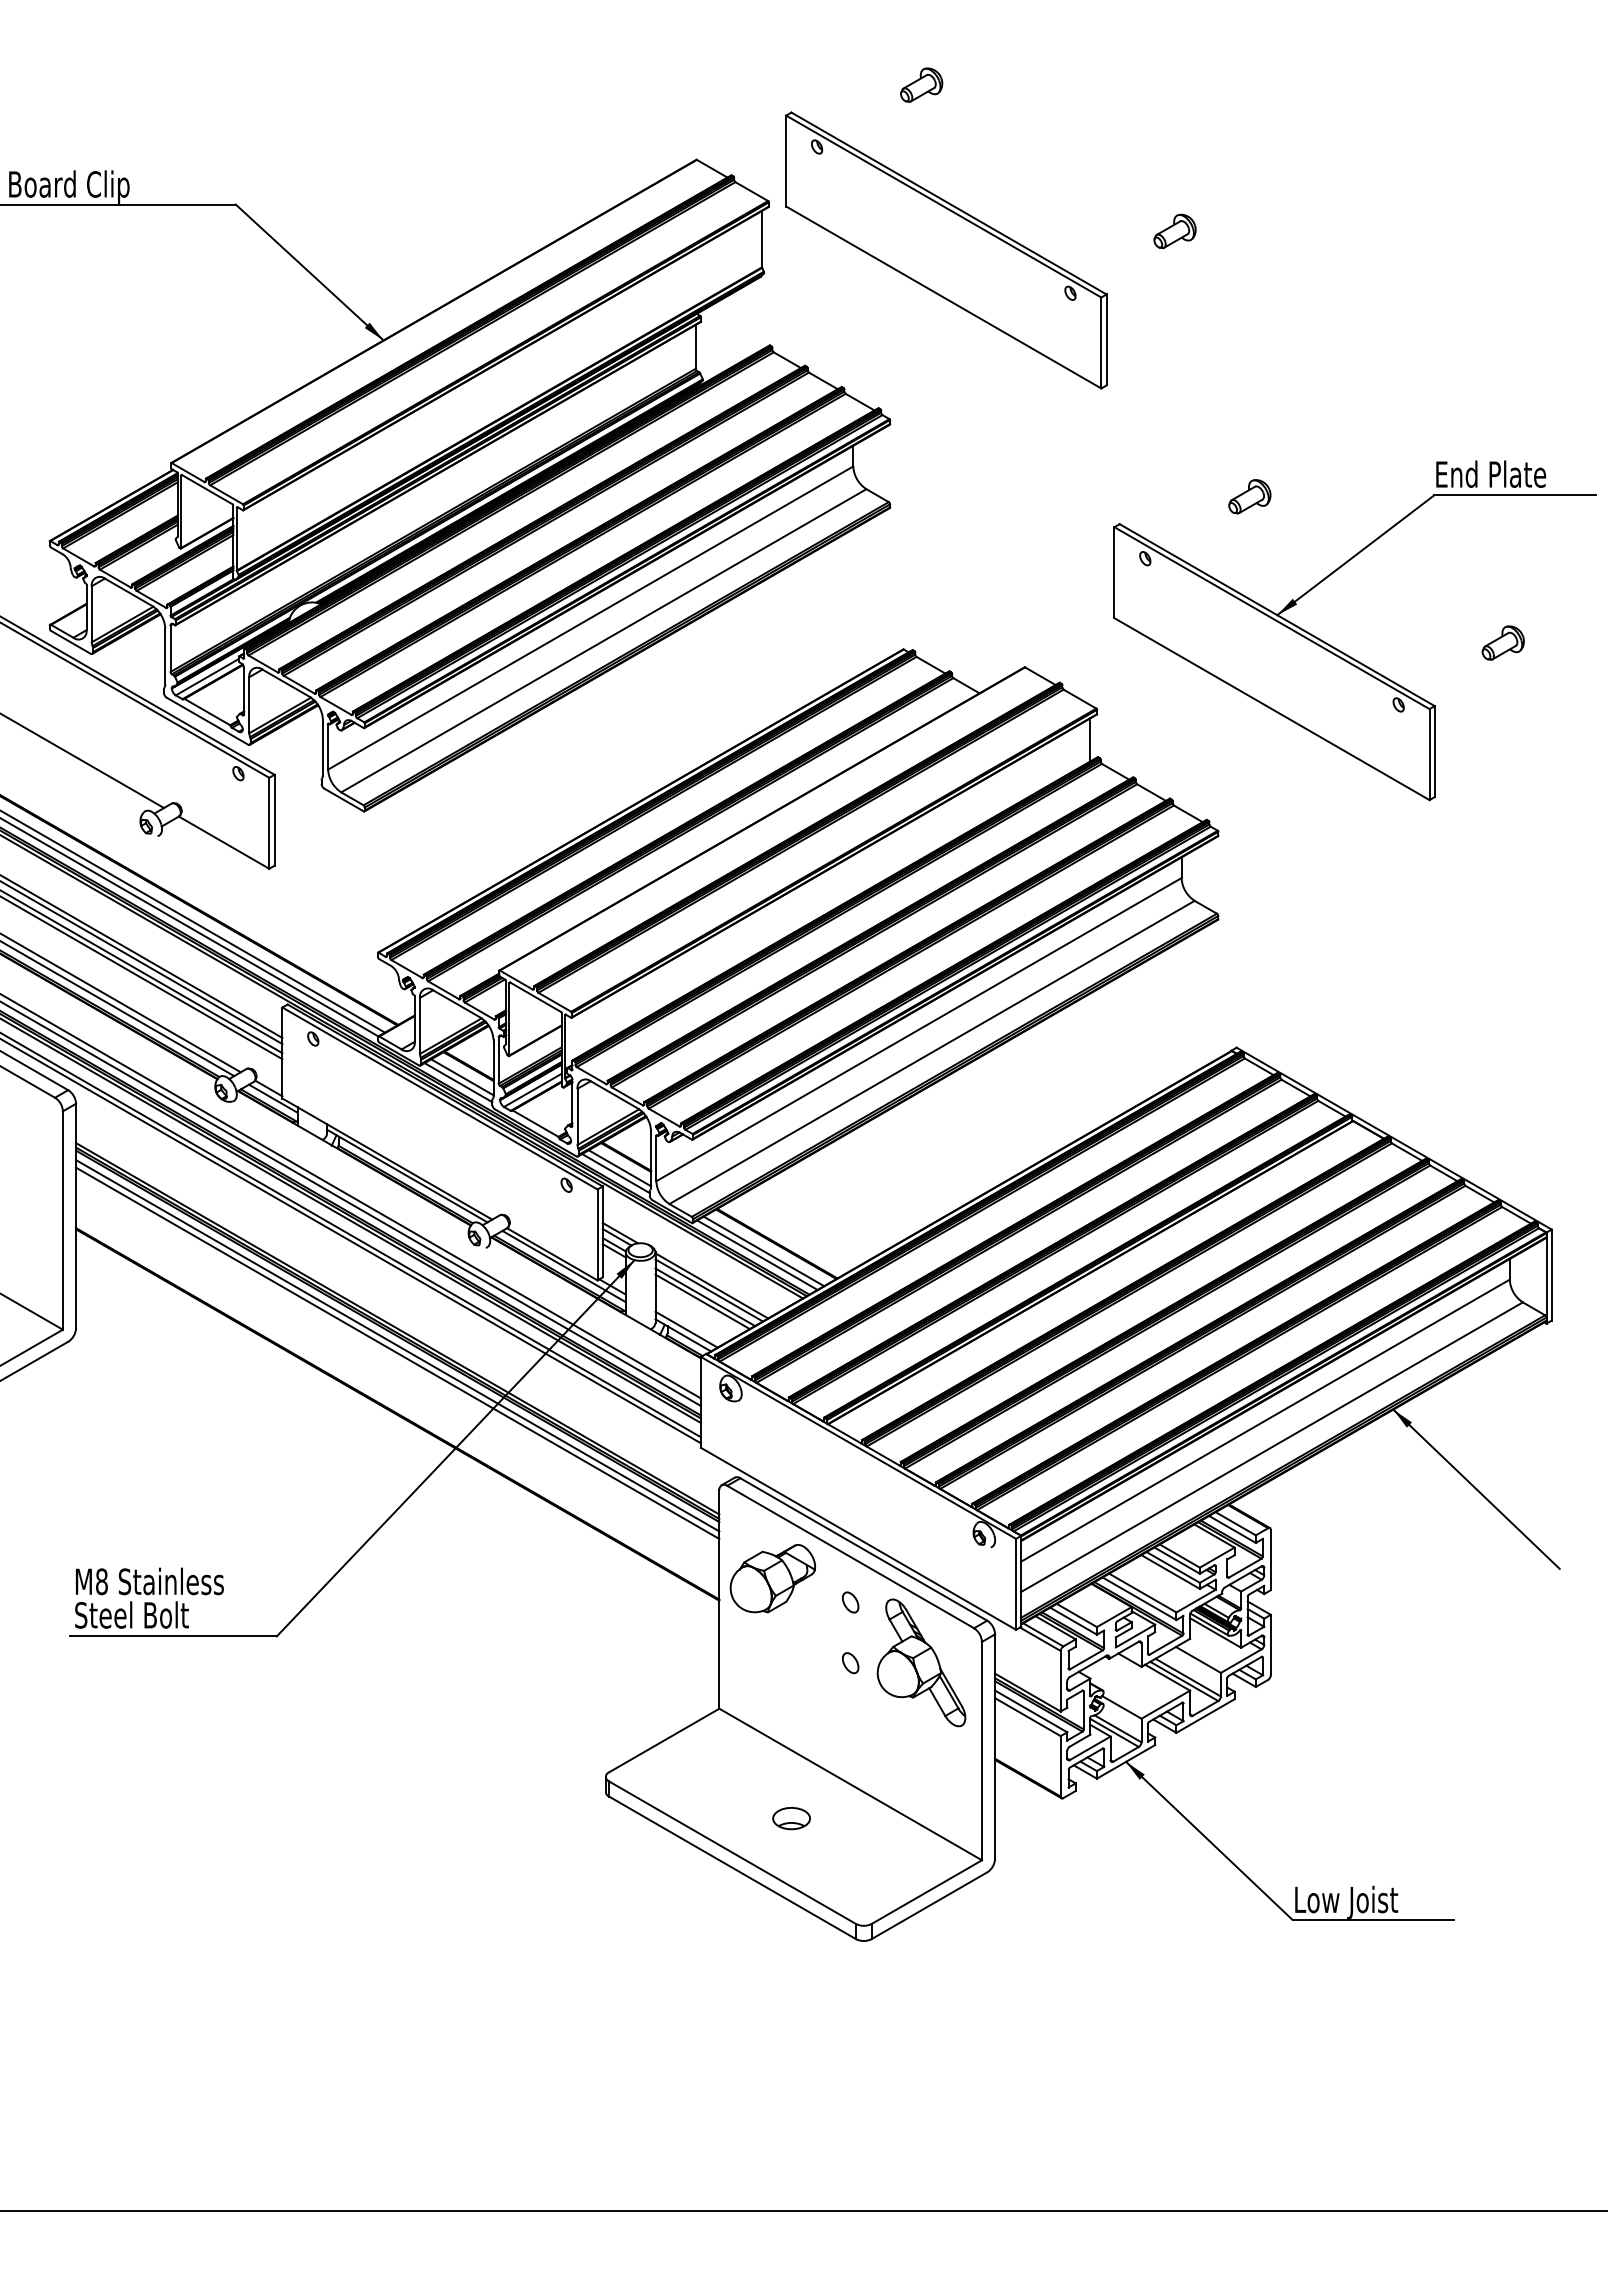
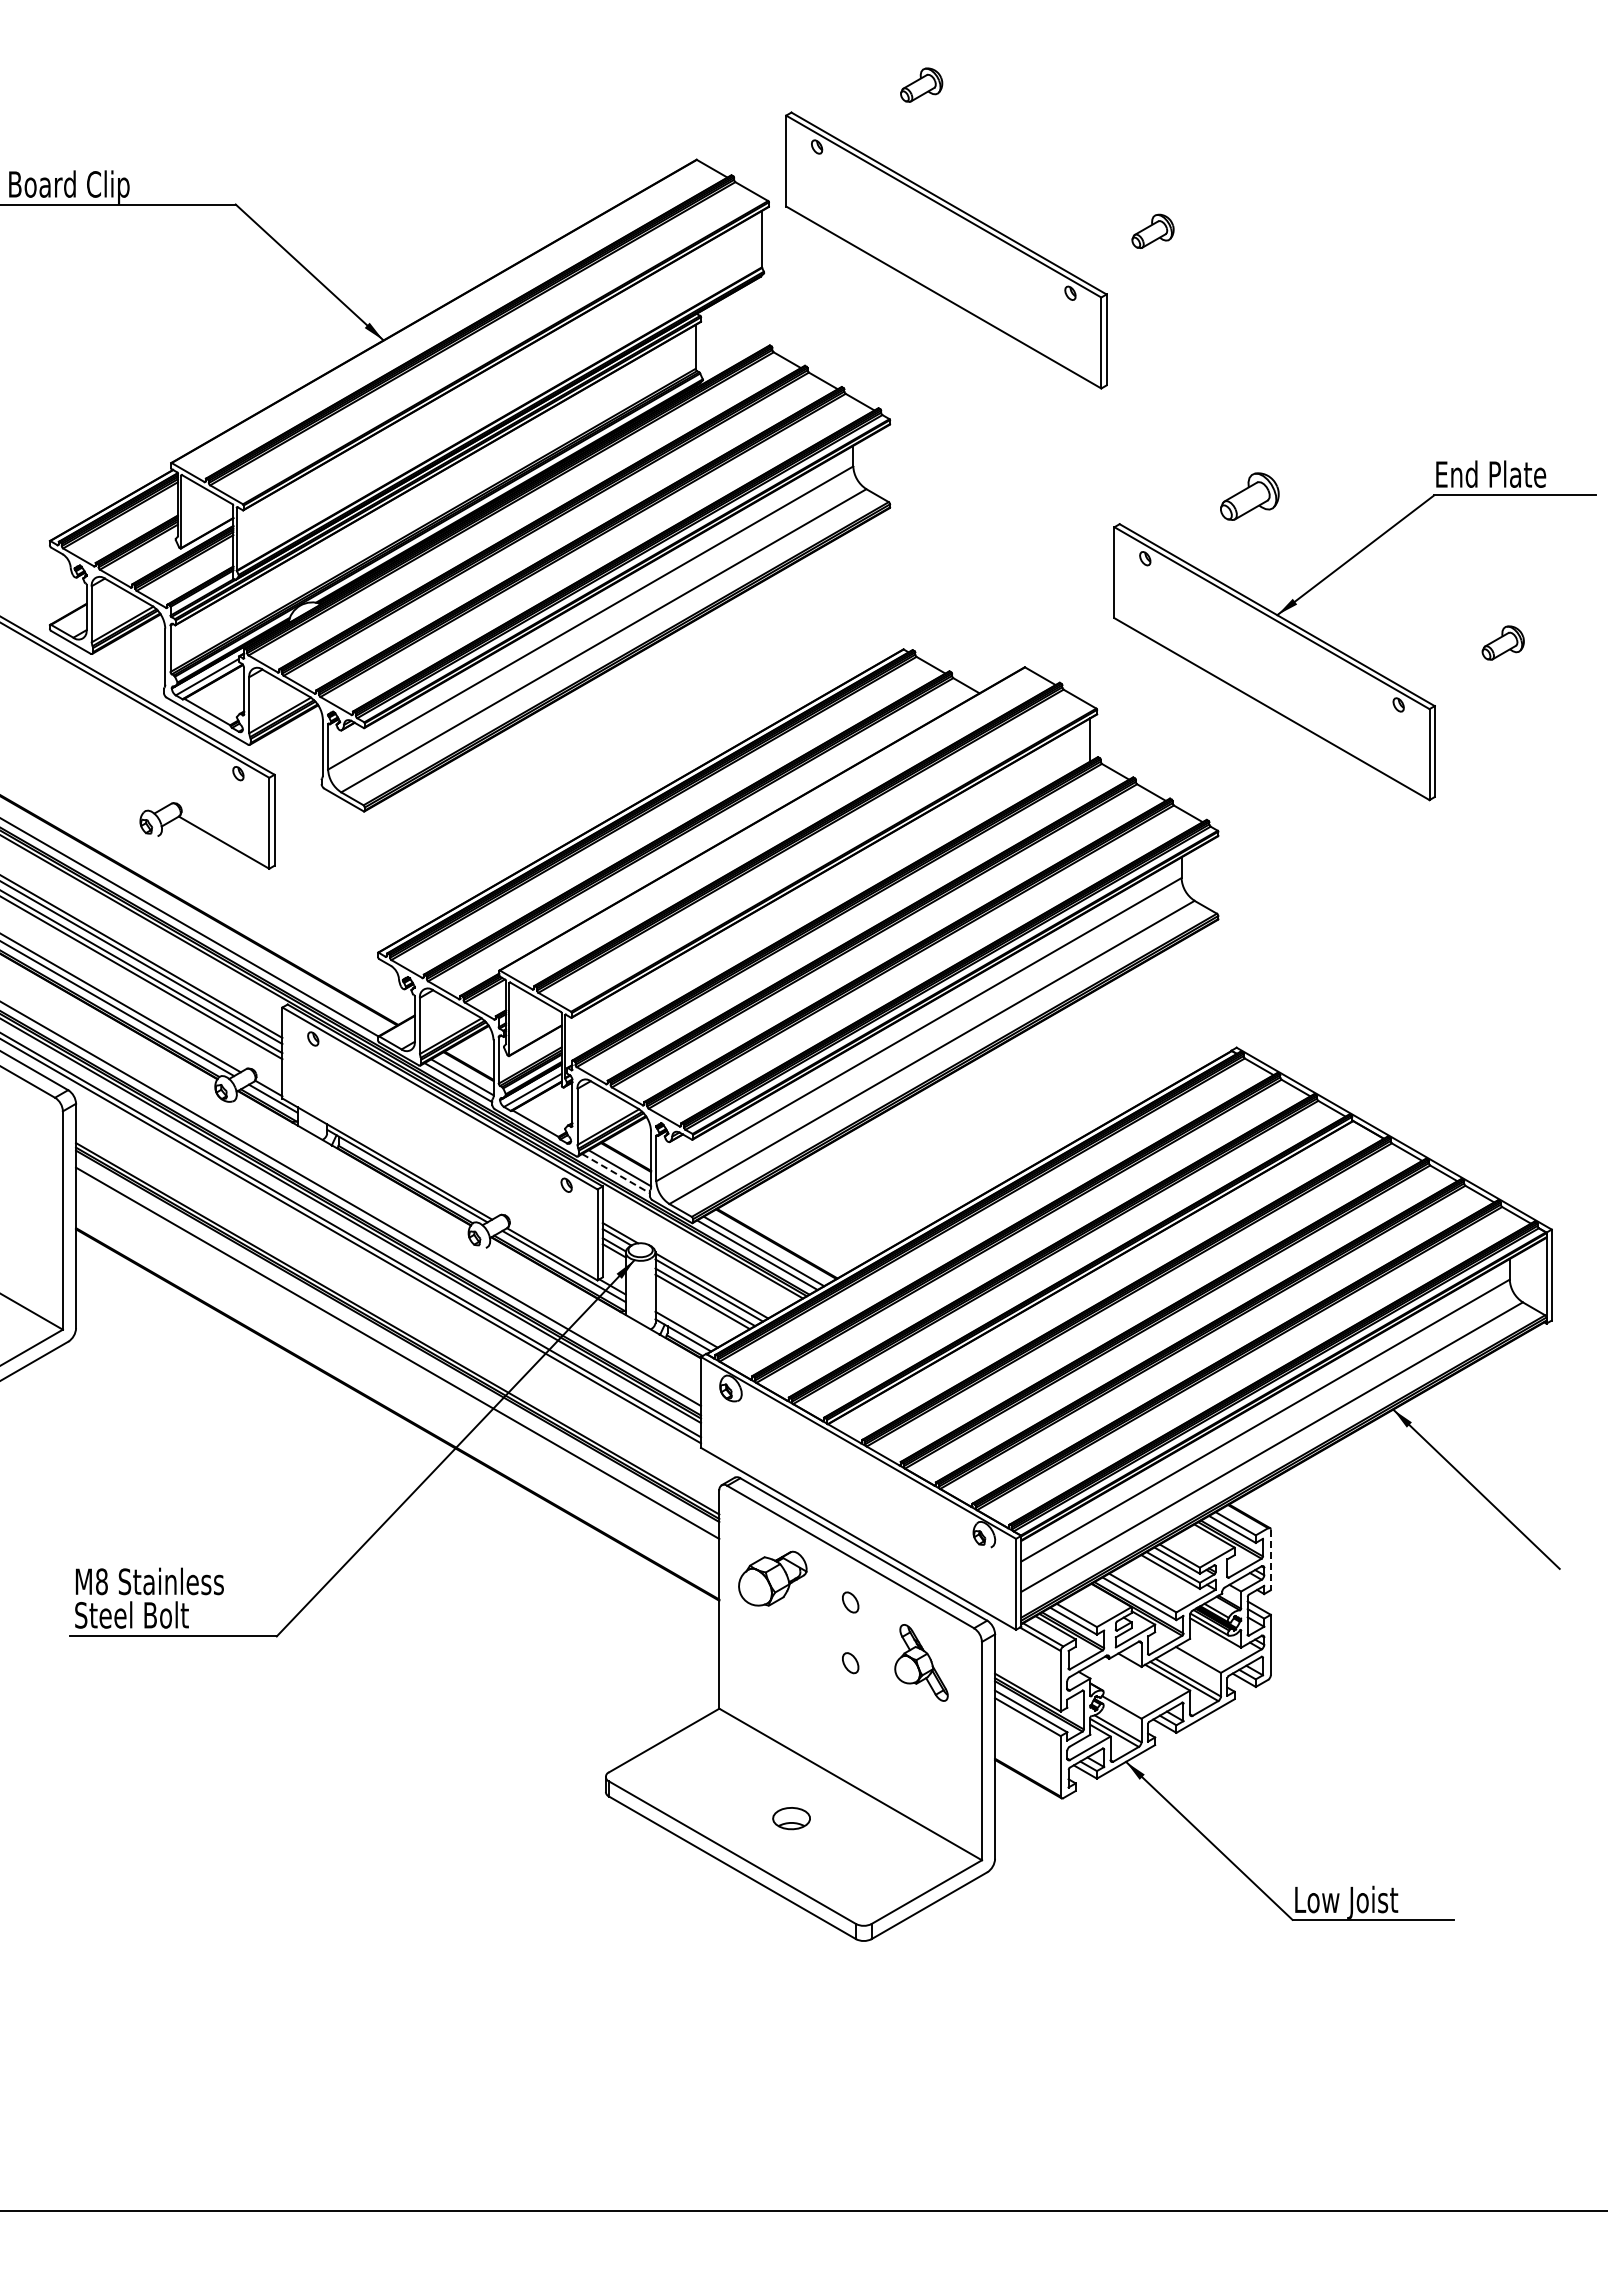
part at (1174, 230) position: (1174, 230) -> (1152, 230)
part at (1249, 496) size: 44x36 px -> 60x49 px
line at (83, 761): present -> none
line at (193, 921): present -> none
line at (616, 1173): solid -> dashed
line at (351, 1196): present -> none
line at (397, 1345): present -> none
line at (1270, 1560): solid -> dashed
part at (772, 1578) size: 87x70 px -> 70x57 px
part at (921, 1662) size: 91x130 px -> 55x78 px
